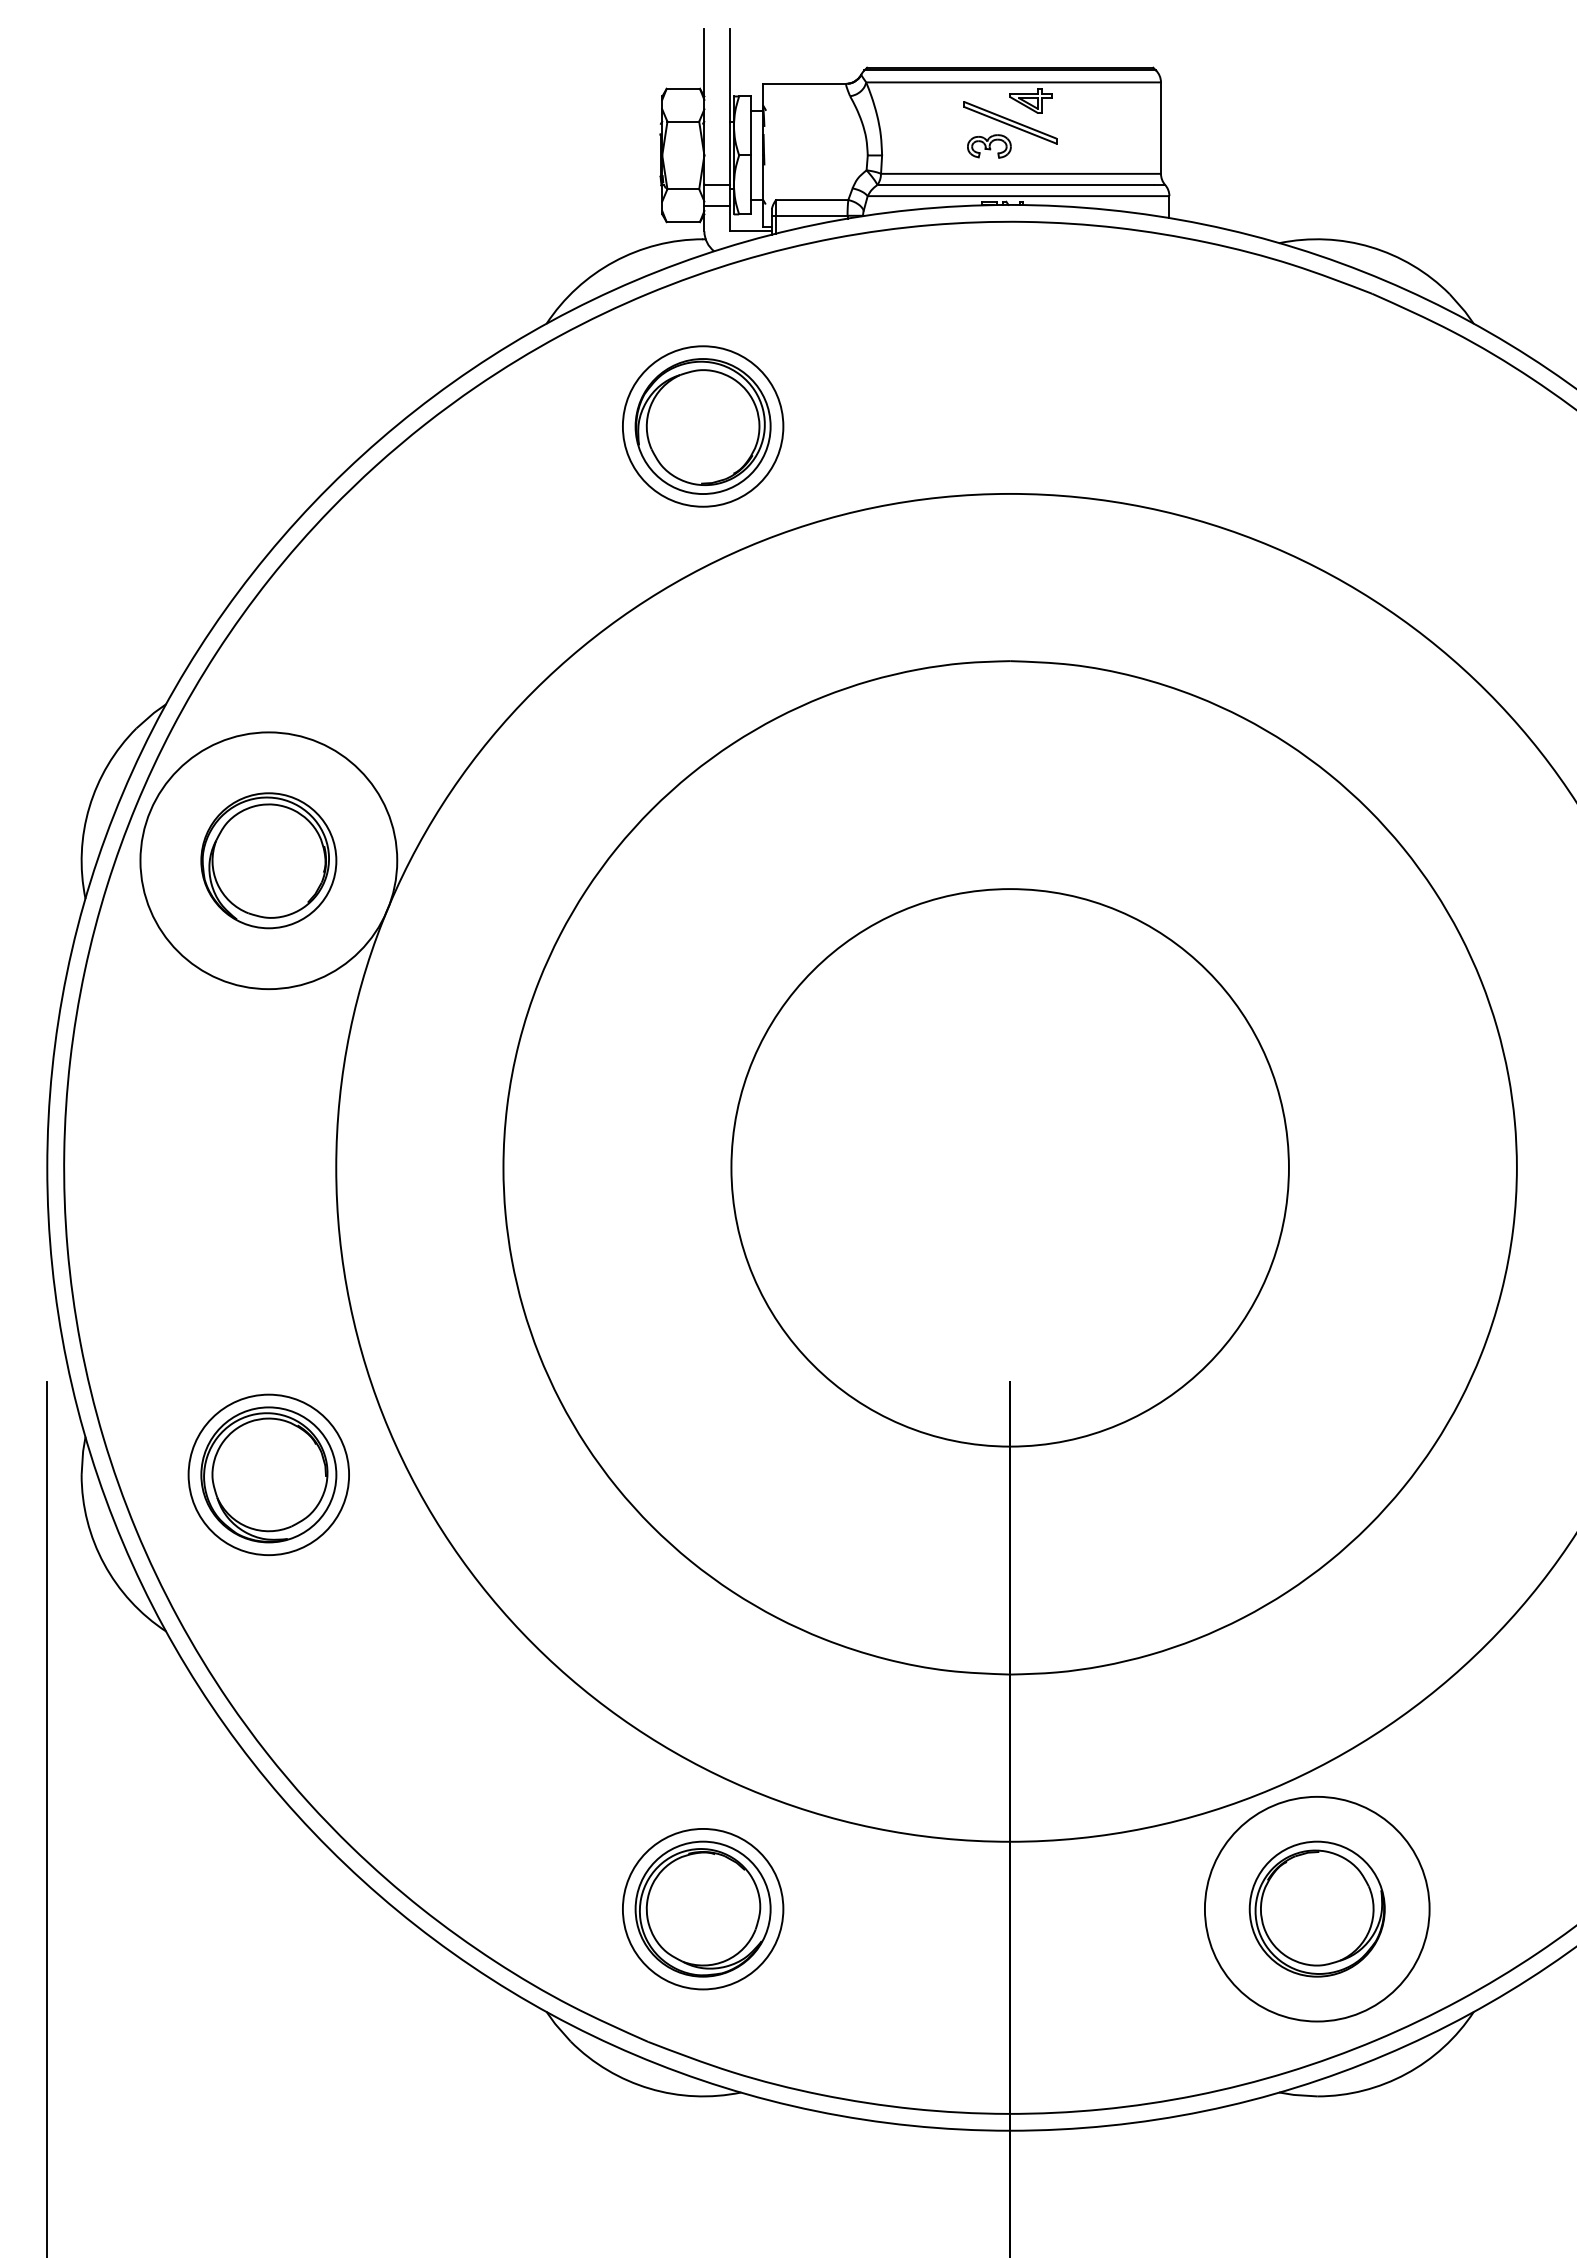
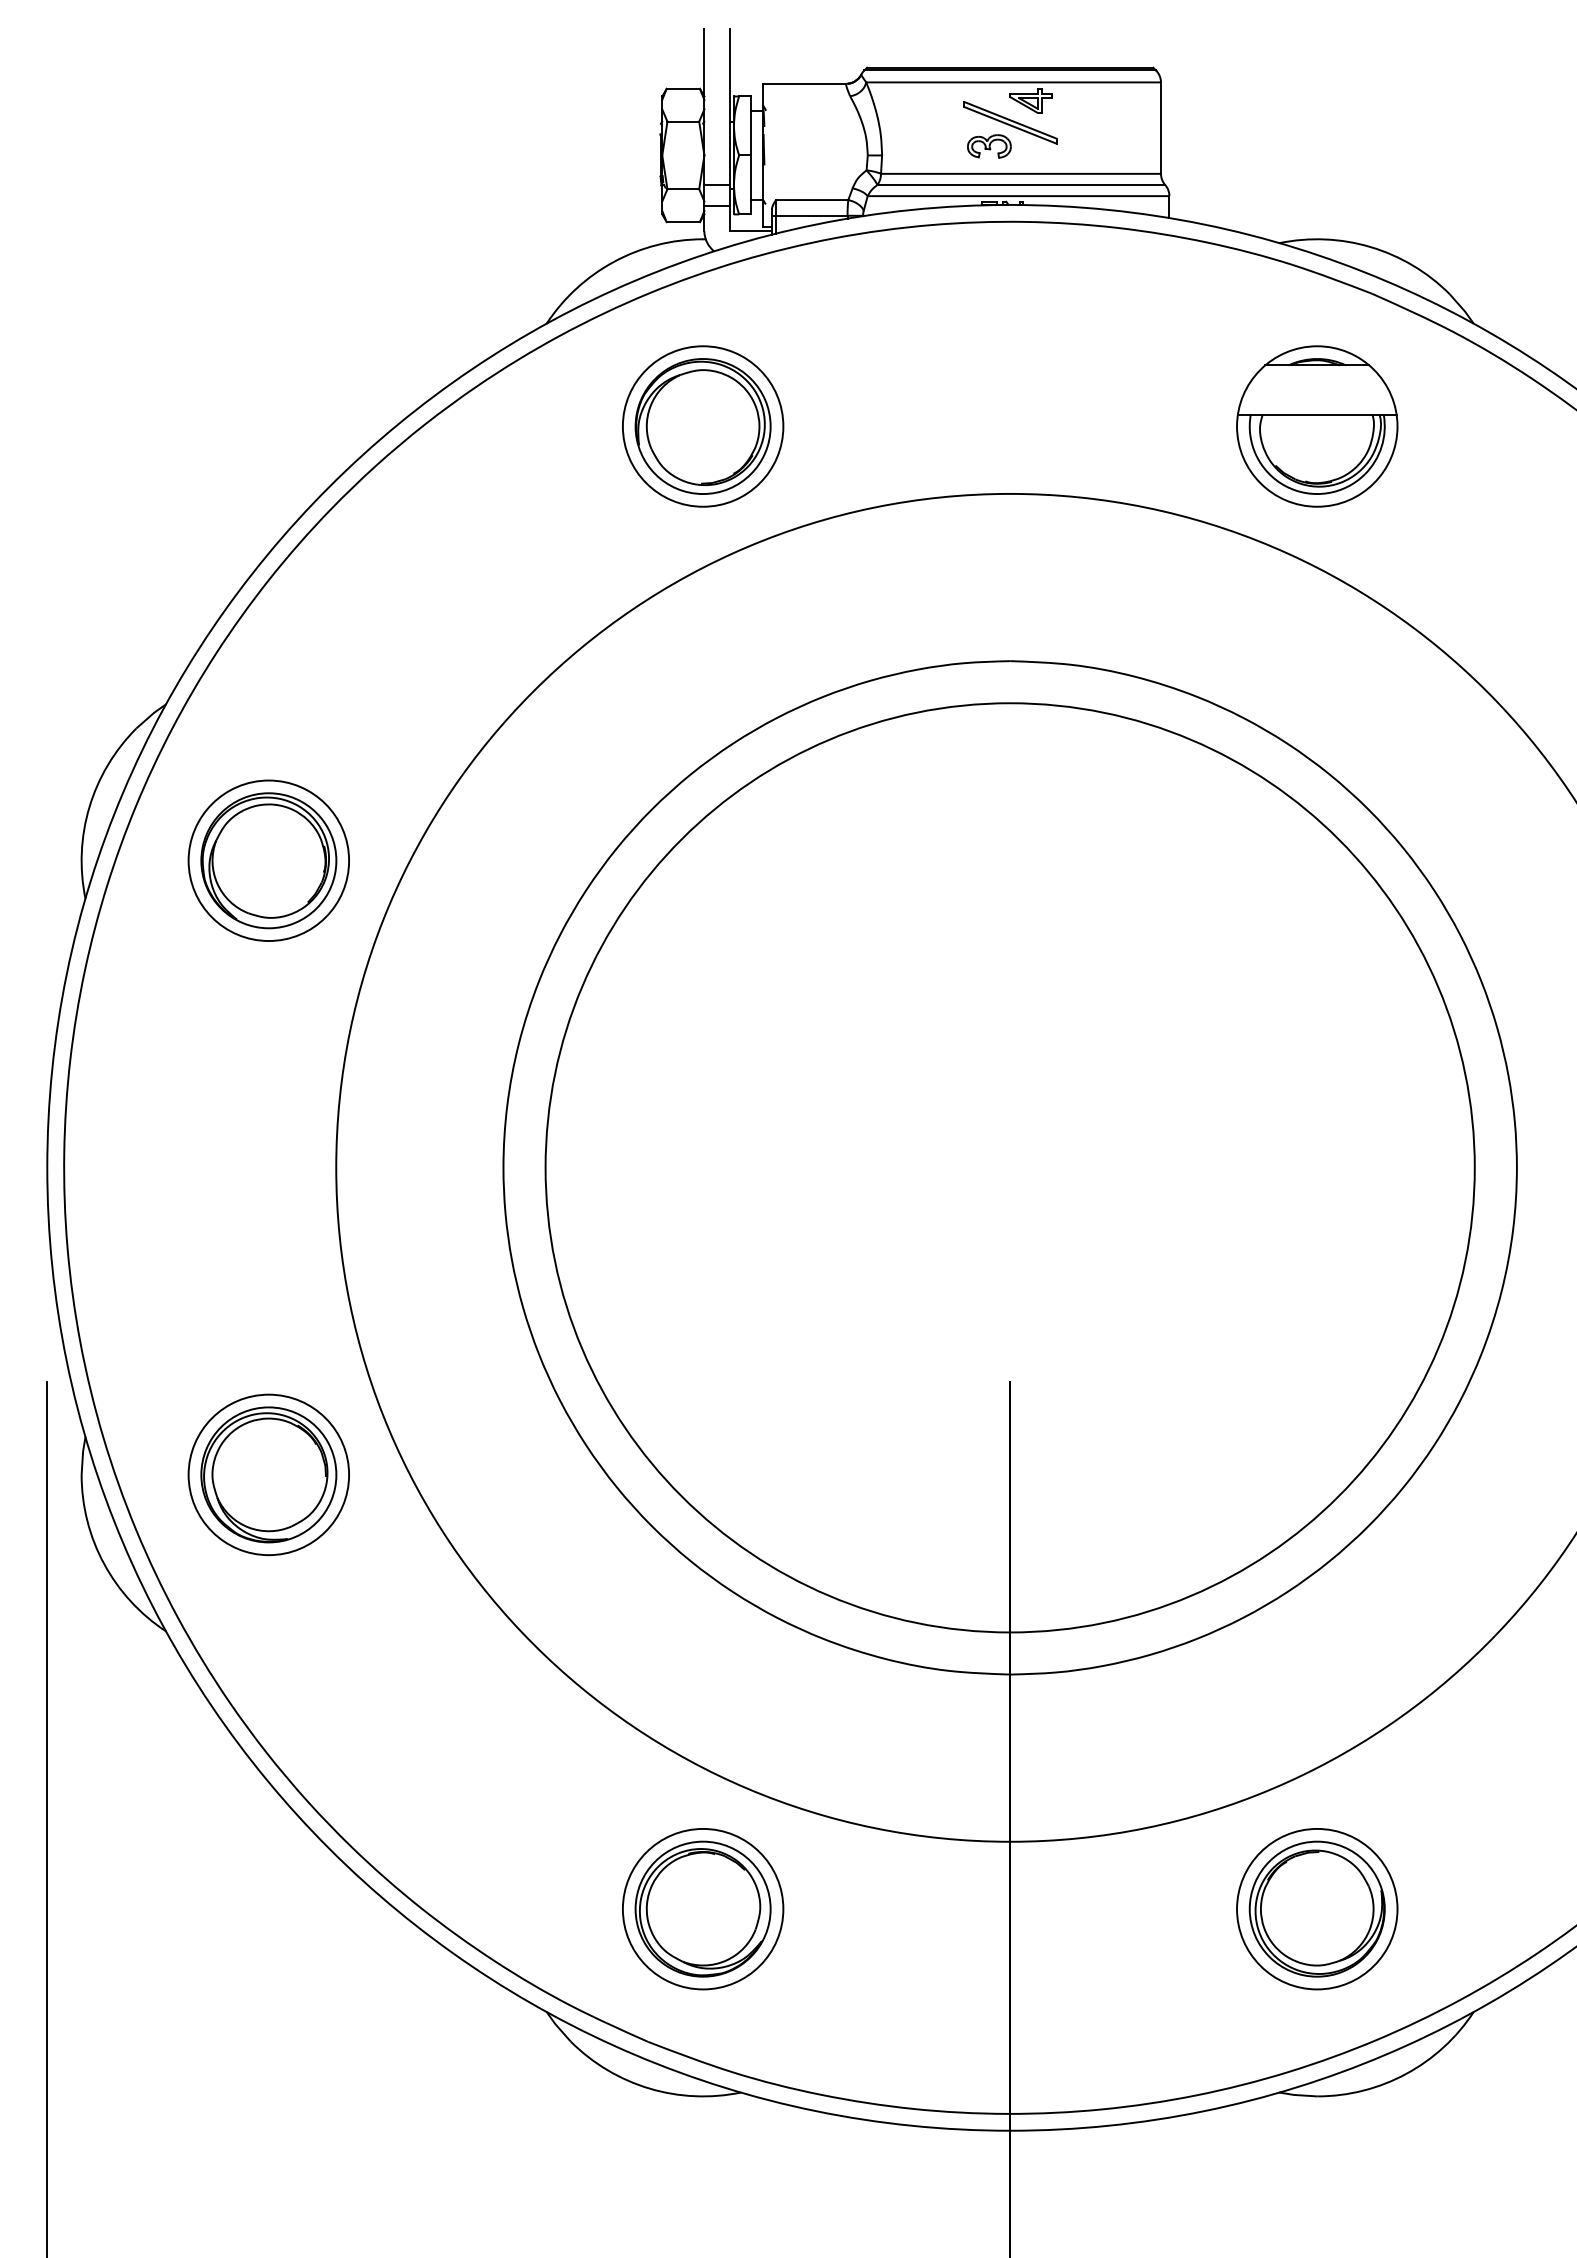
part at (1317, 426): none -> present
circle at (268, 860) diameter: 257 px -> 160 px
circle at (1009, 1167) diameter: 558 px -> 929 px
circle at (1316, 1908) diameter: 225 px -> 160 px
